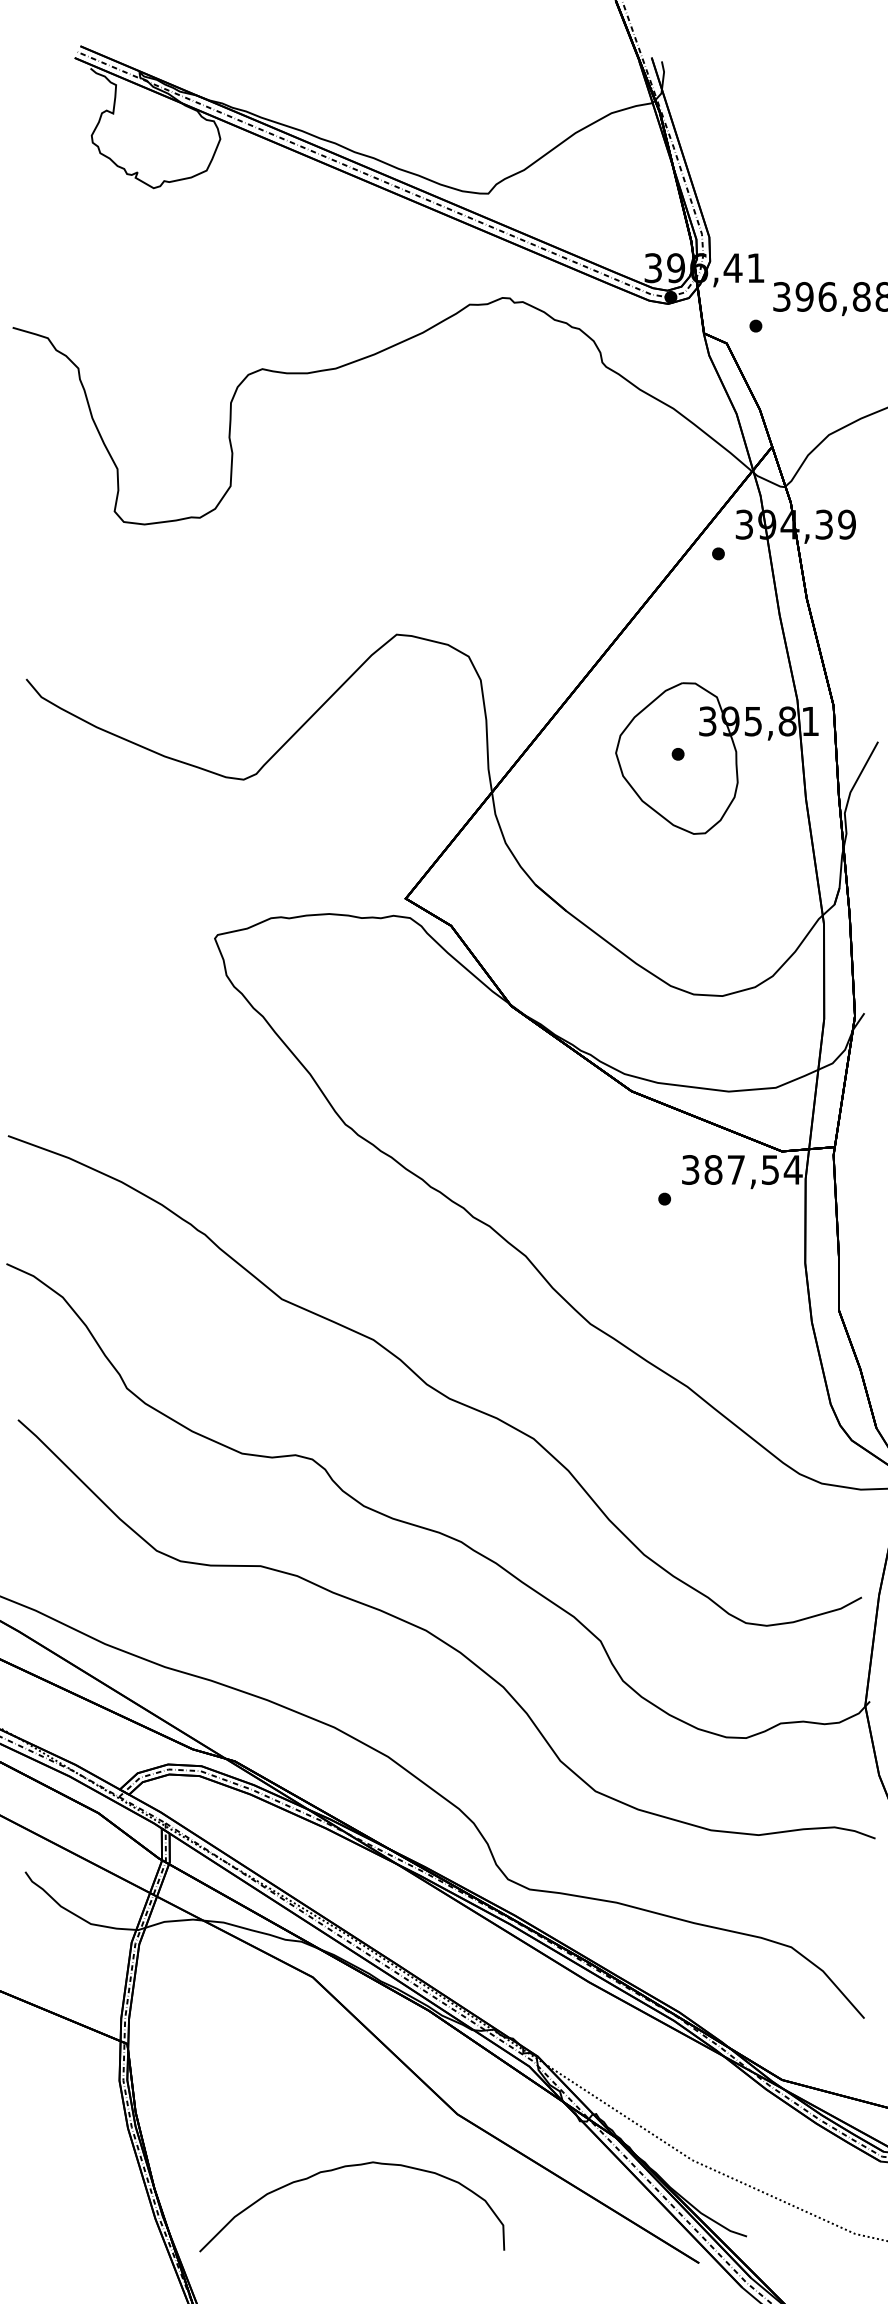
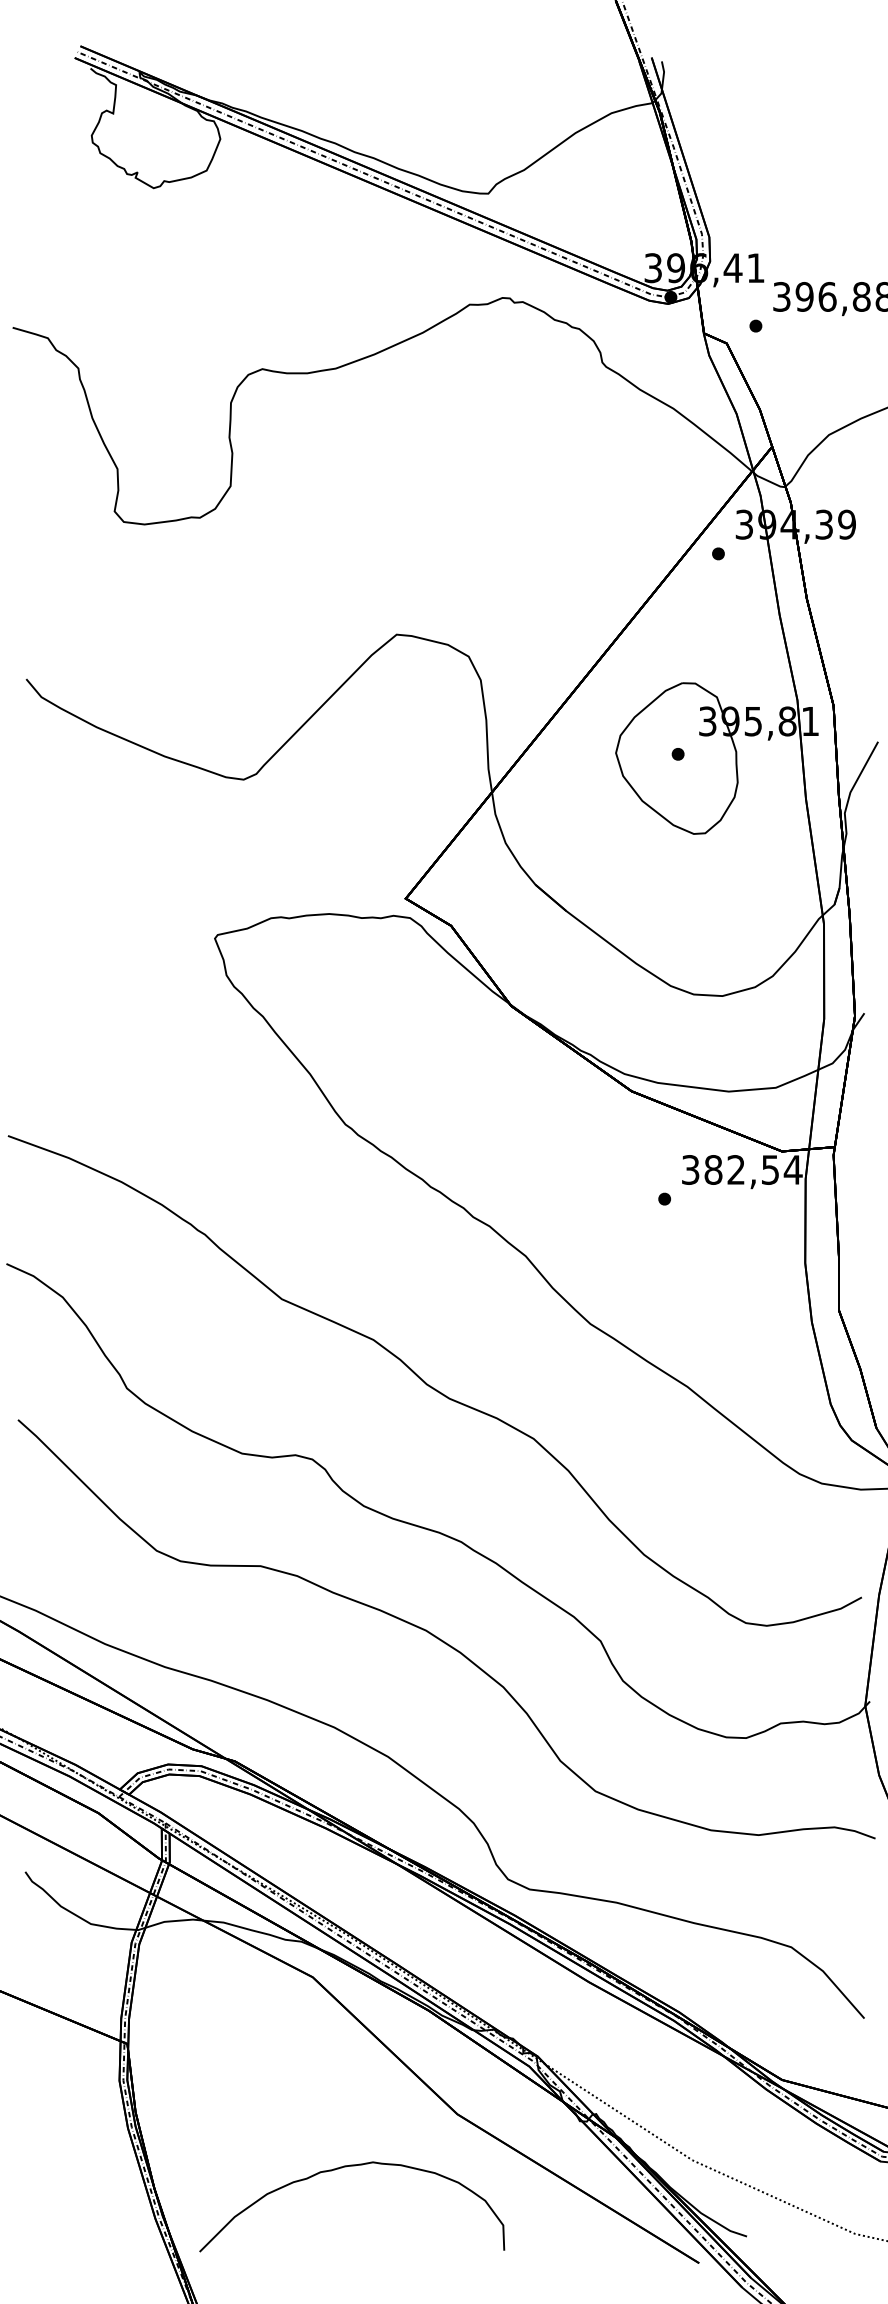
text at (735, 1169): 387,54 -> 382,54
